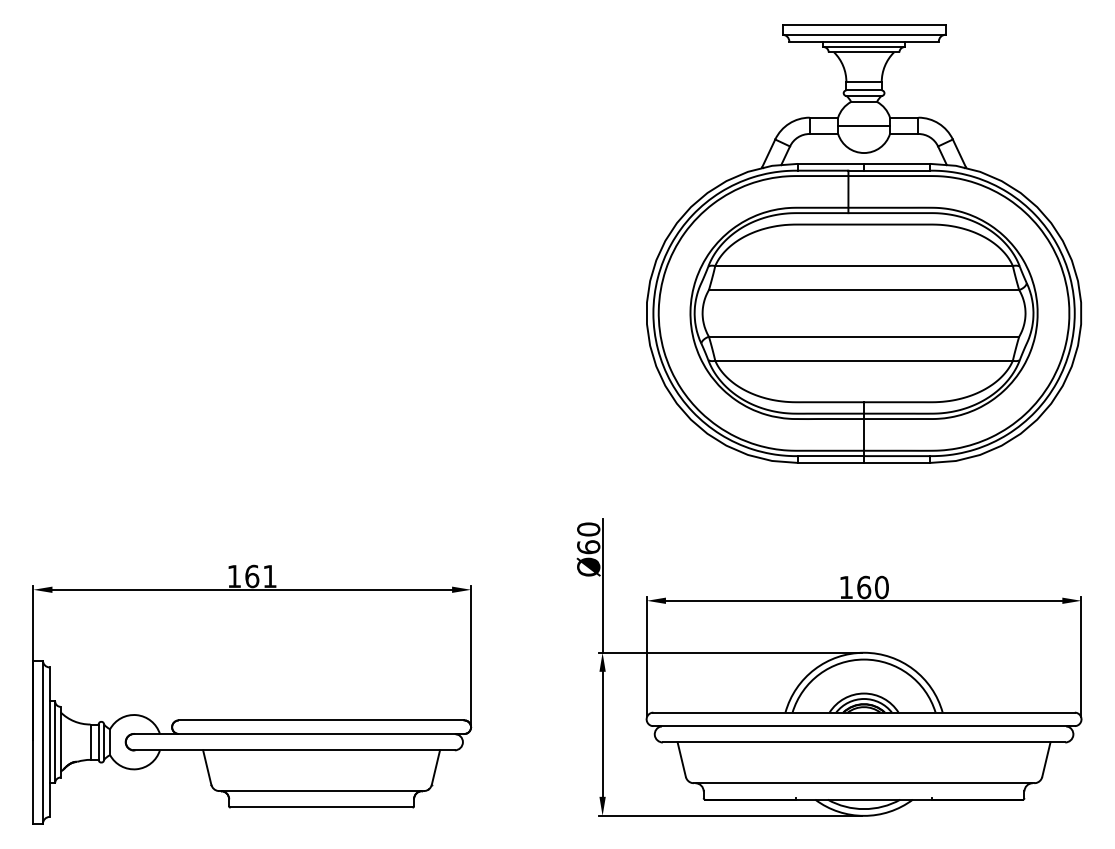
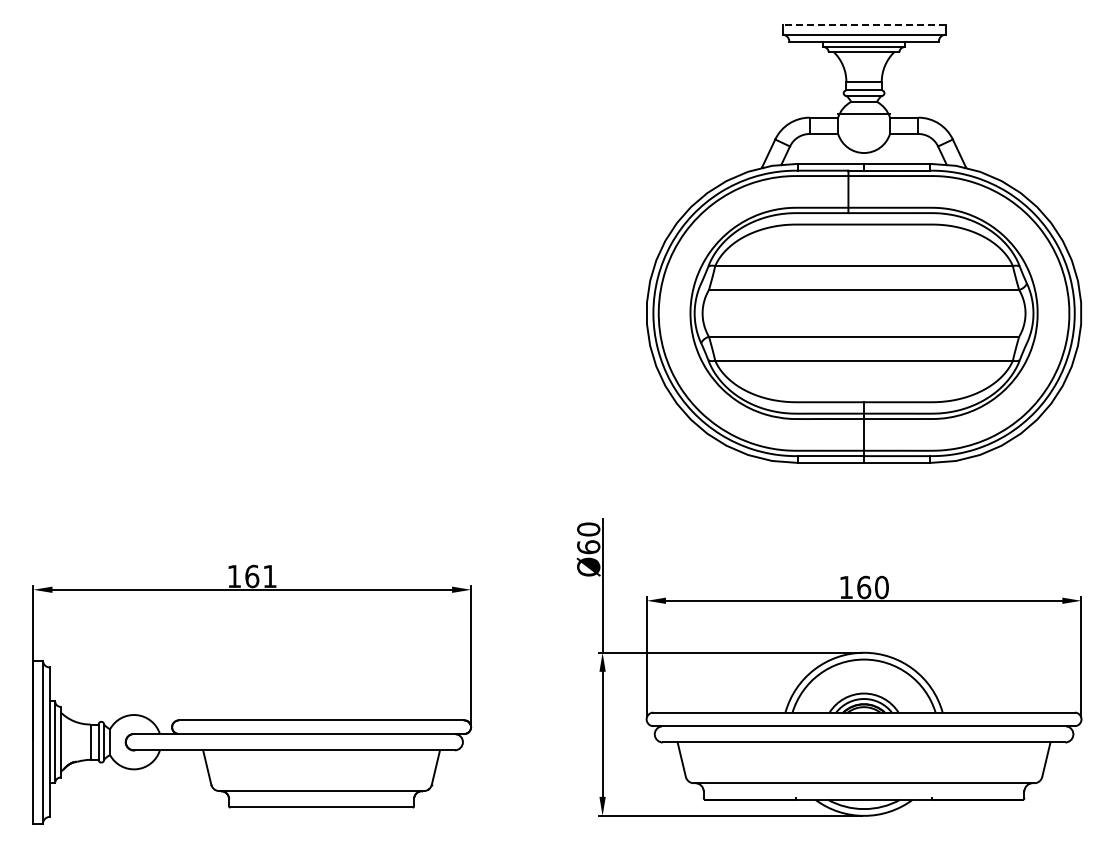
line at (864, 25): solid -> dashed
line at (863, 125) position: (863, 125) -> (863, 113)
